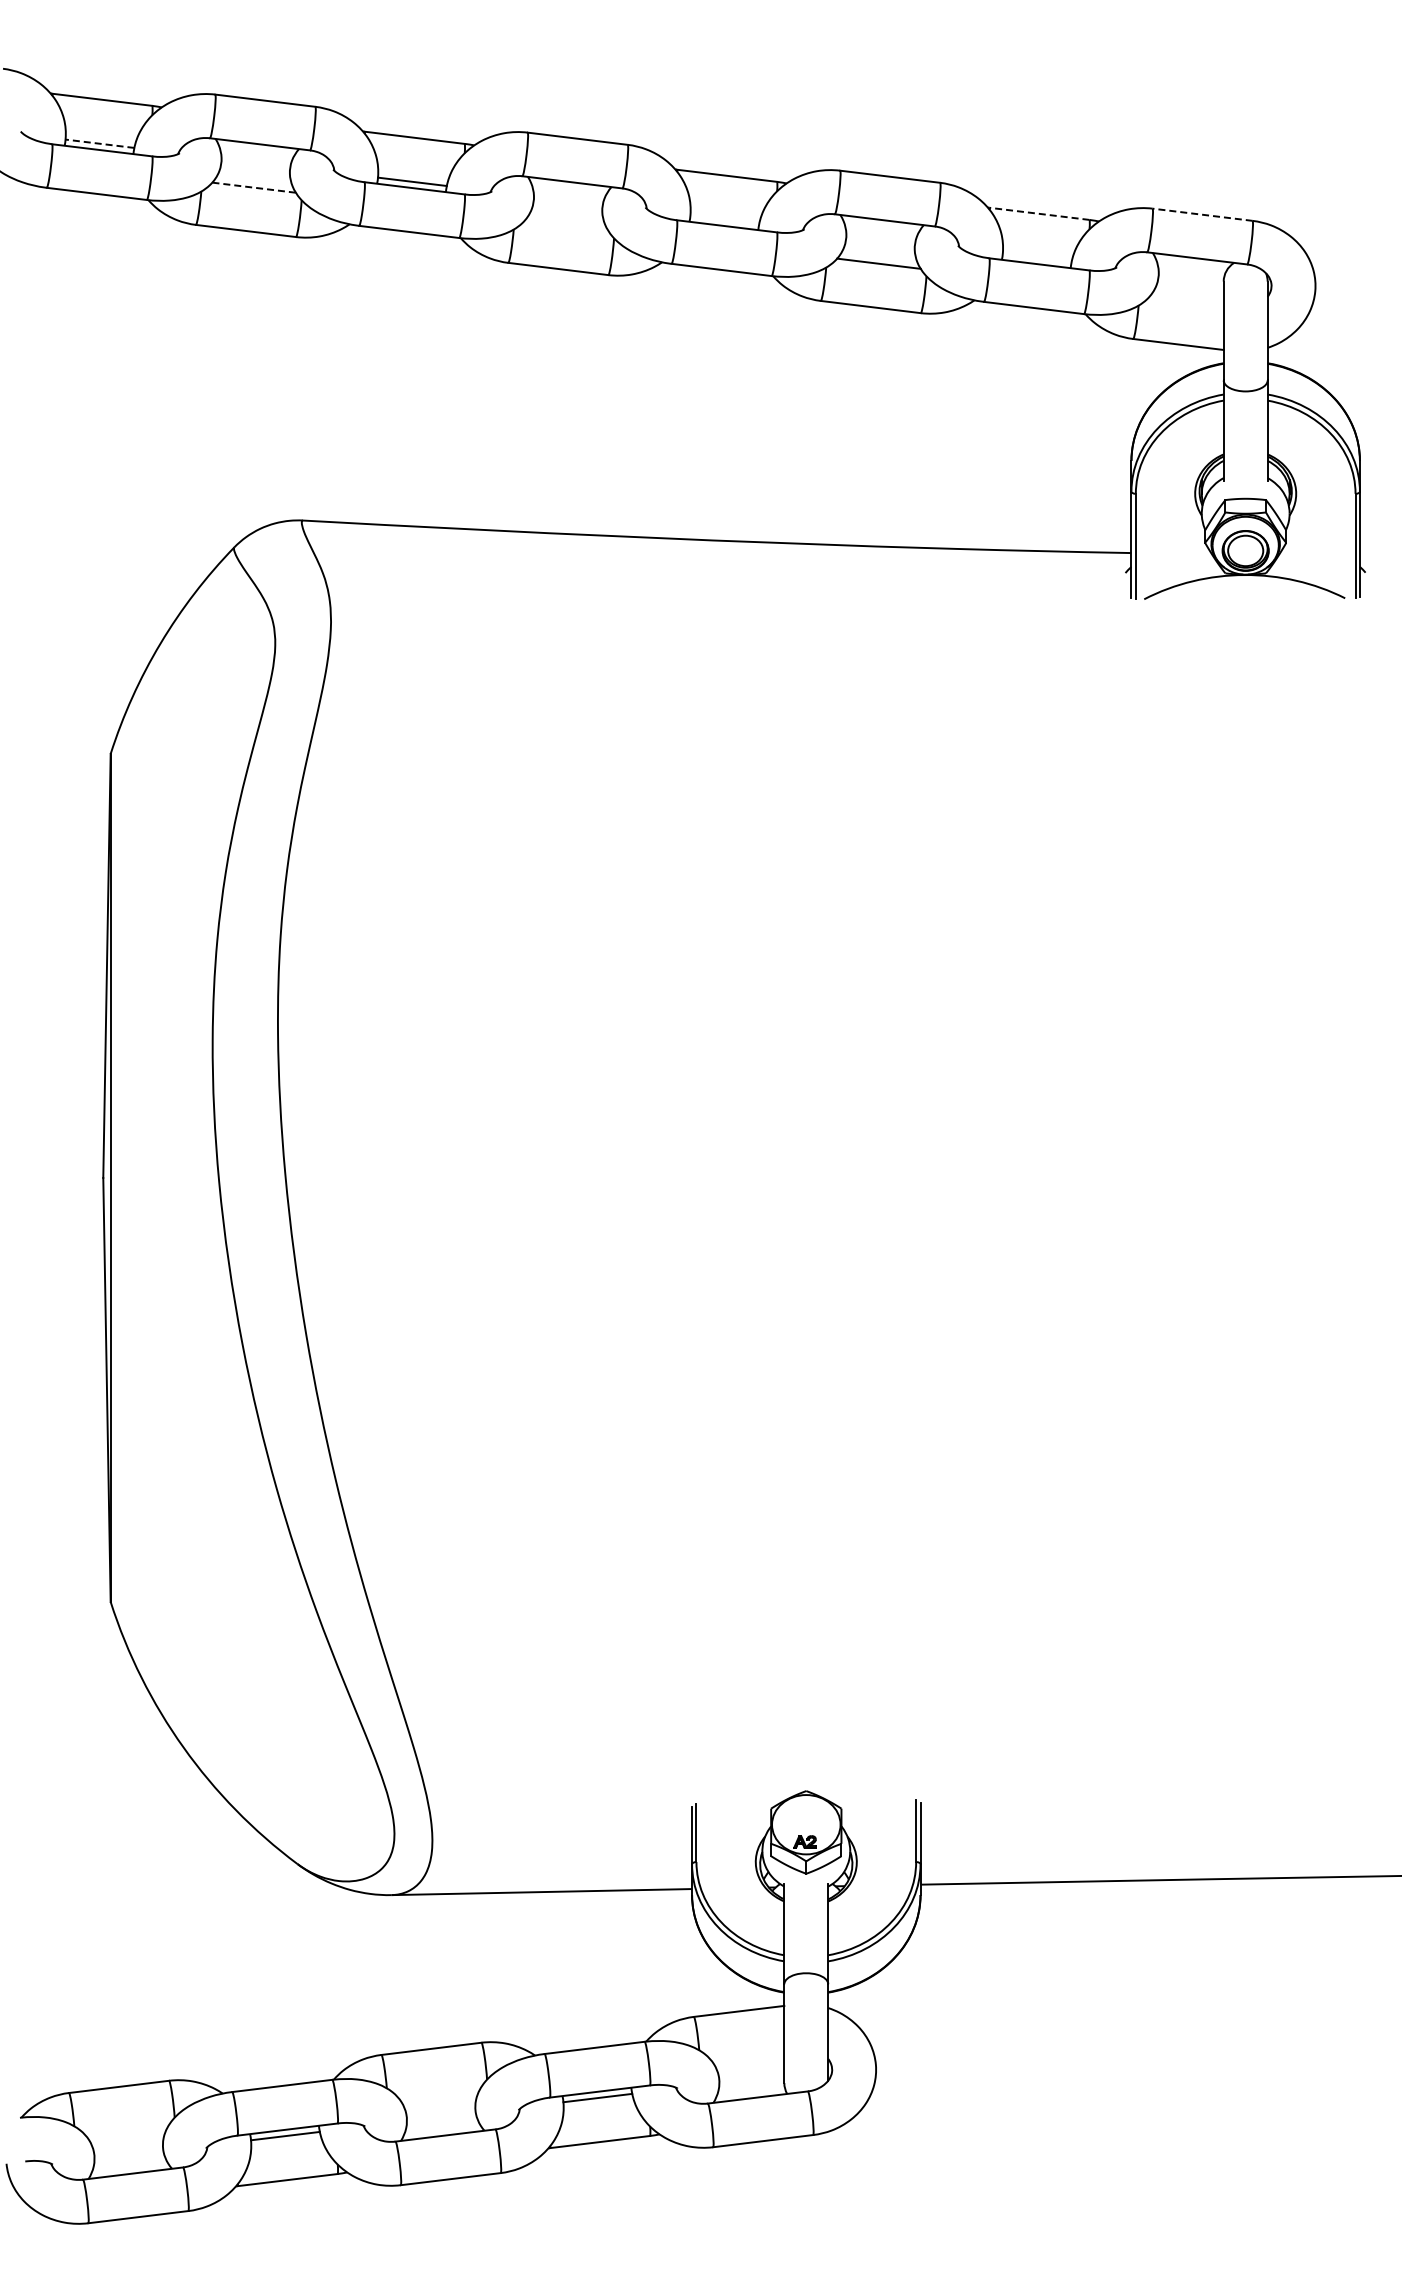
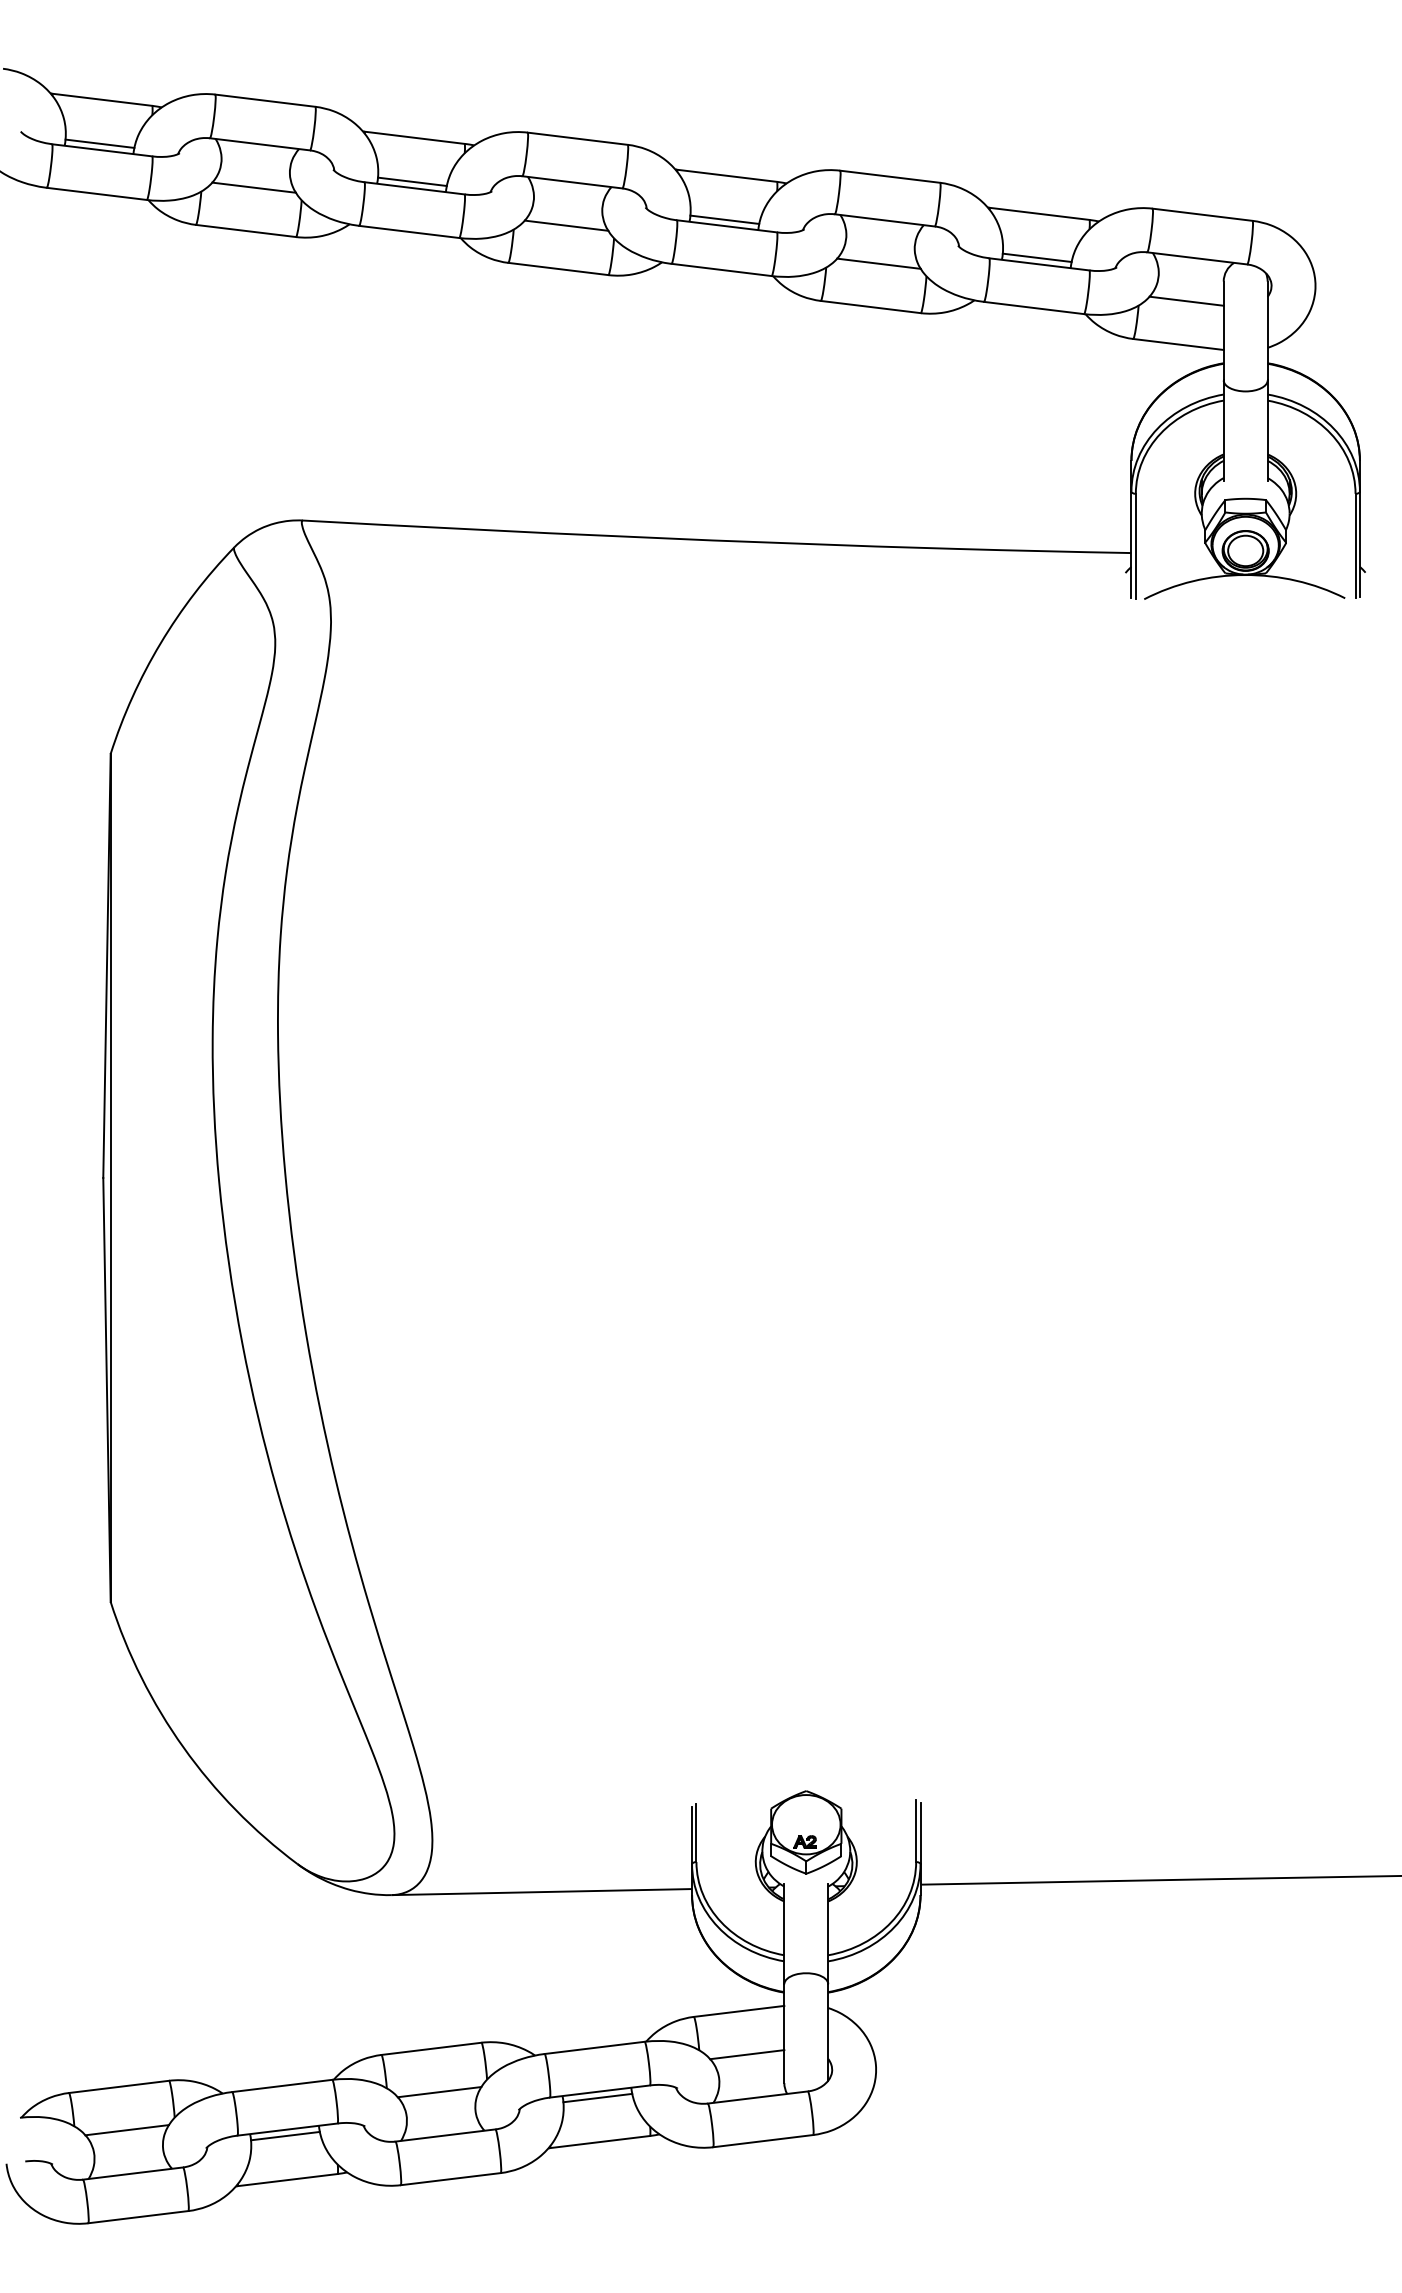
line at (100, 143): dashed -> solid
line at (254, 187): dashed -> solid
line at (1038, 213): dashed -> solid
line at (1202, 214): dashed -> solid
line at (724, 219): none -> present
line at (566, 225): none -> present
line at (1036, 257): none -> present
line at (1186, 300): none -> present
line at (747, 2054): none -> present
line at (439, 2092): none -> present
line at (126, 2130): none -> present
